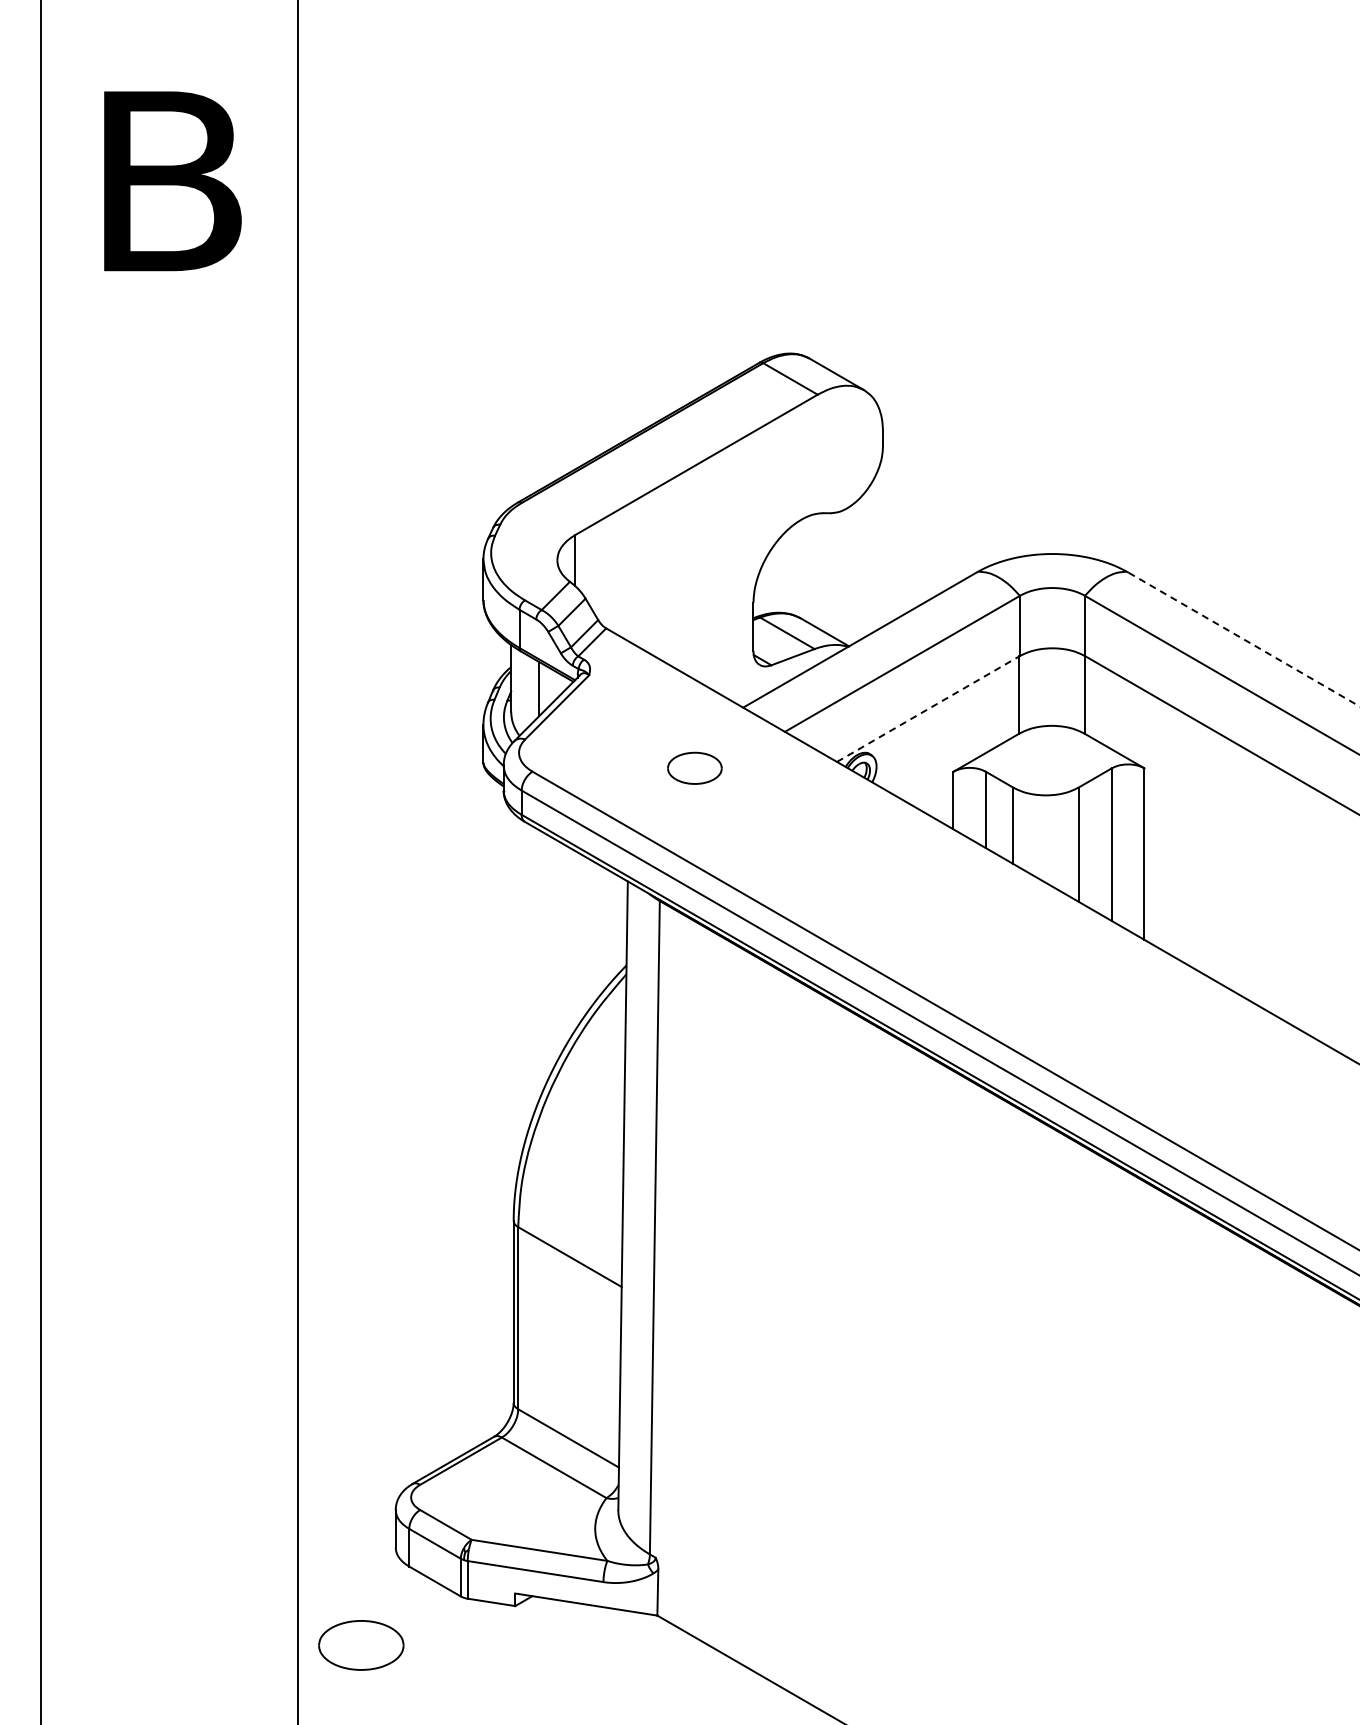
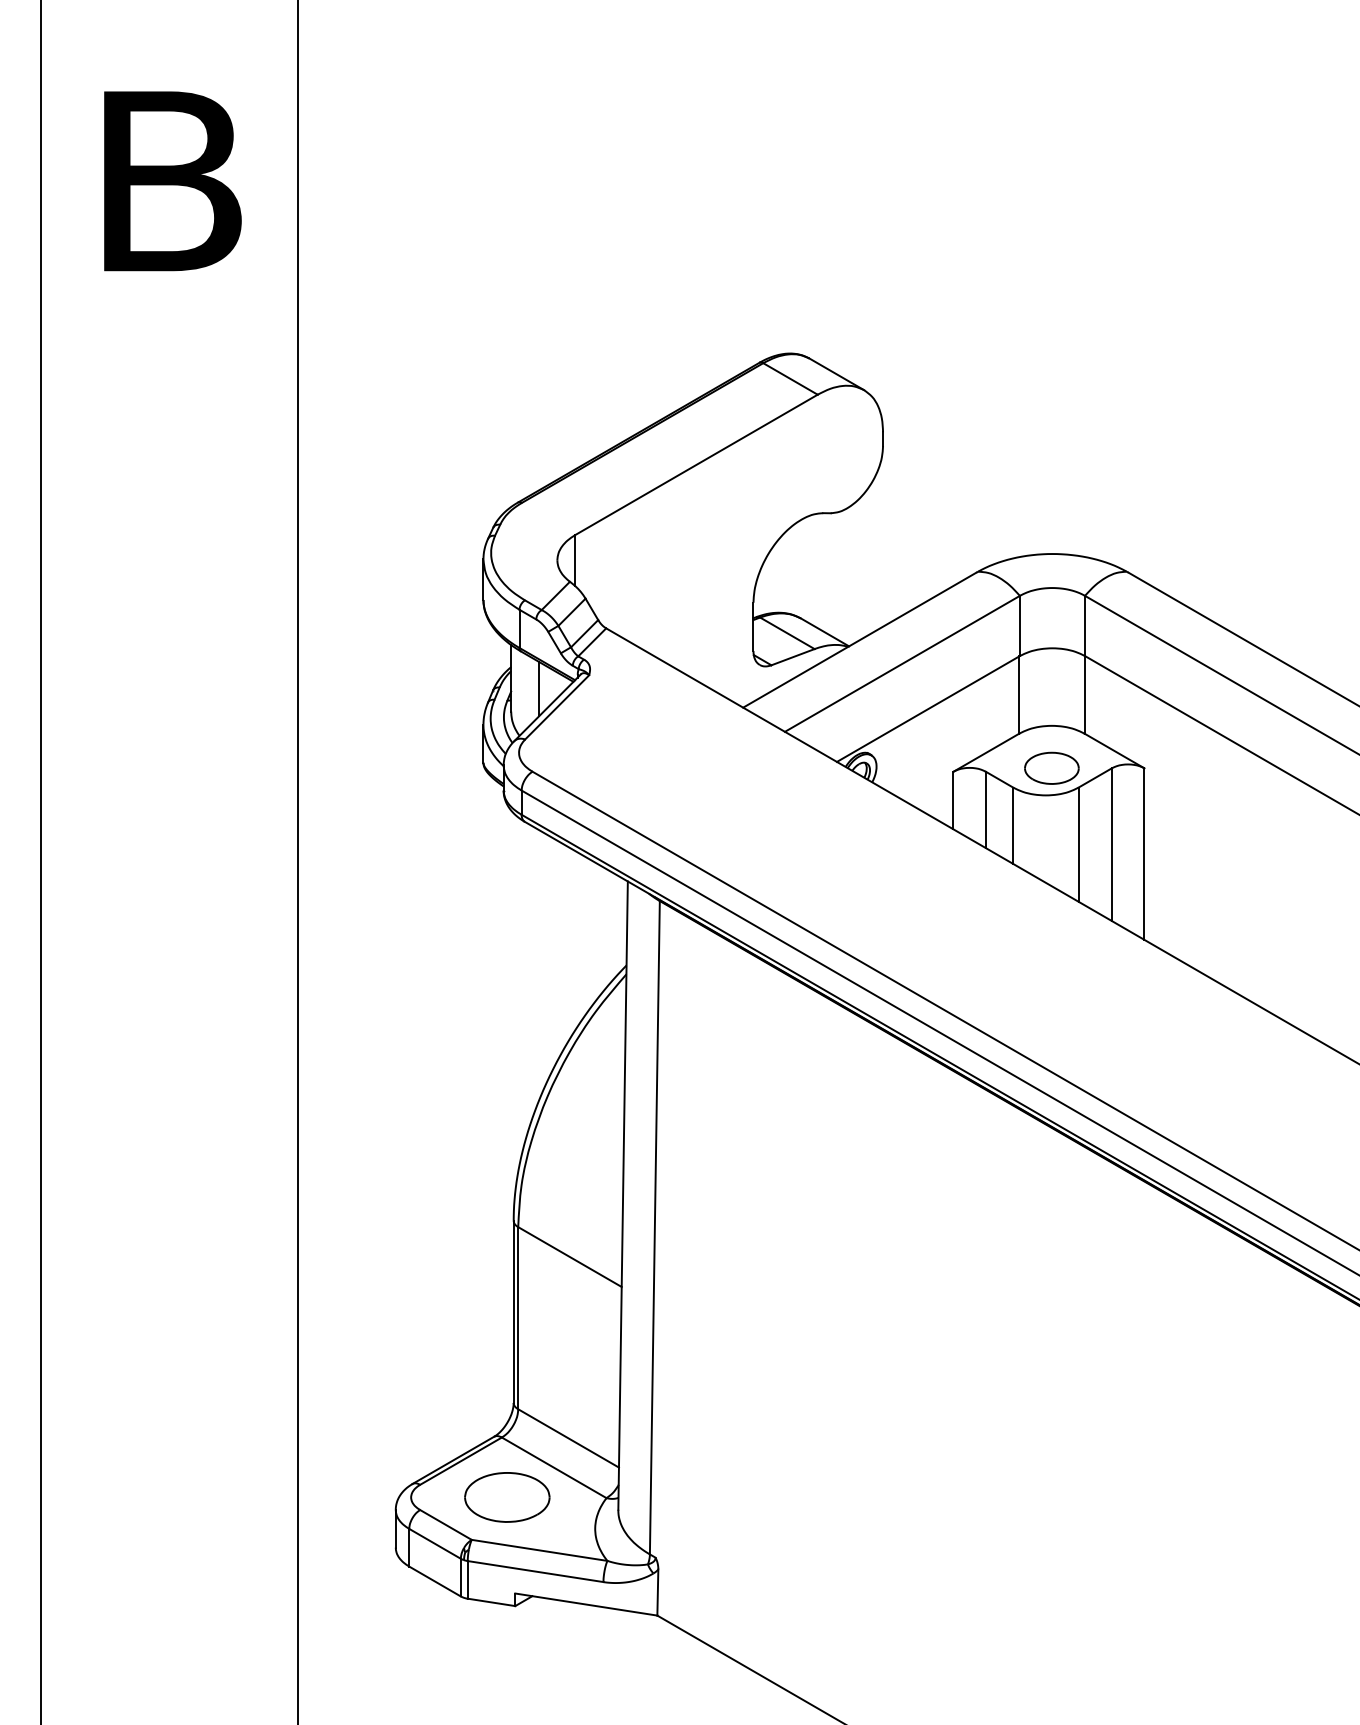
line at (1244, 639): dashed -> solid
line at (928, 709): dashed -> solid
part at (694, 767) position: (694, 767) -> (1051, 767)
part at (361, 1645) position: (361, 1645) -> (507, 1497)
